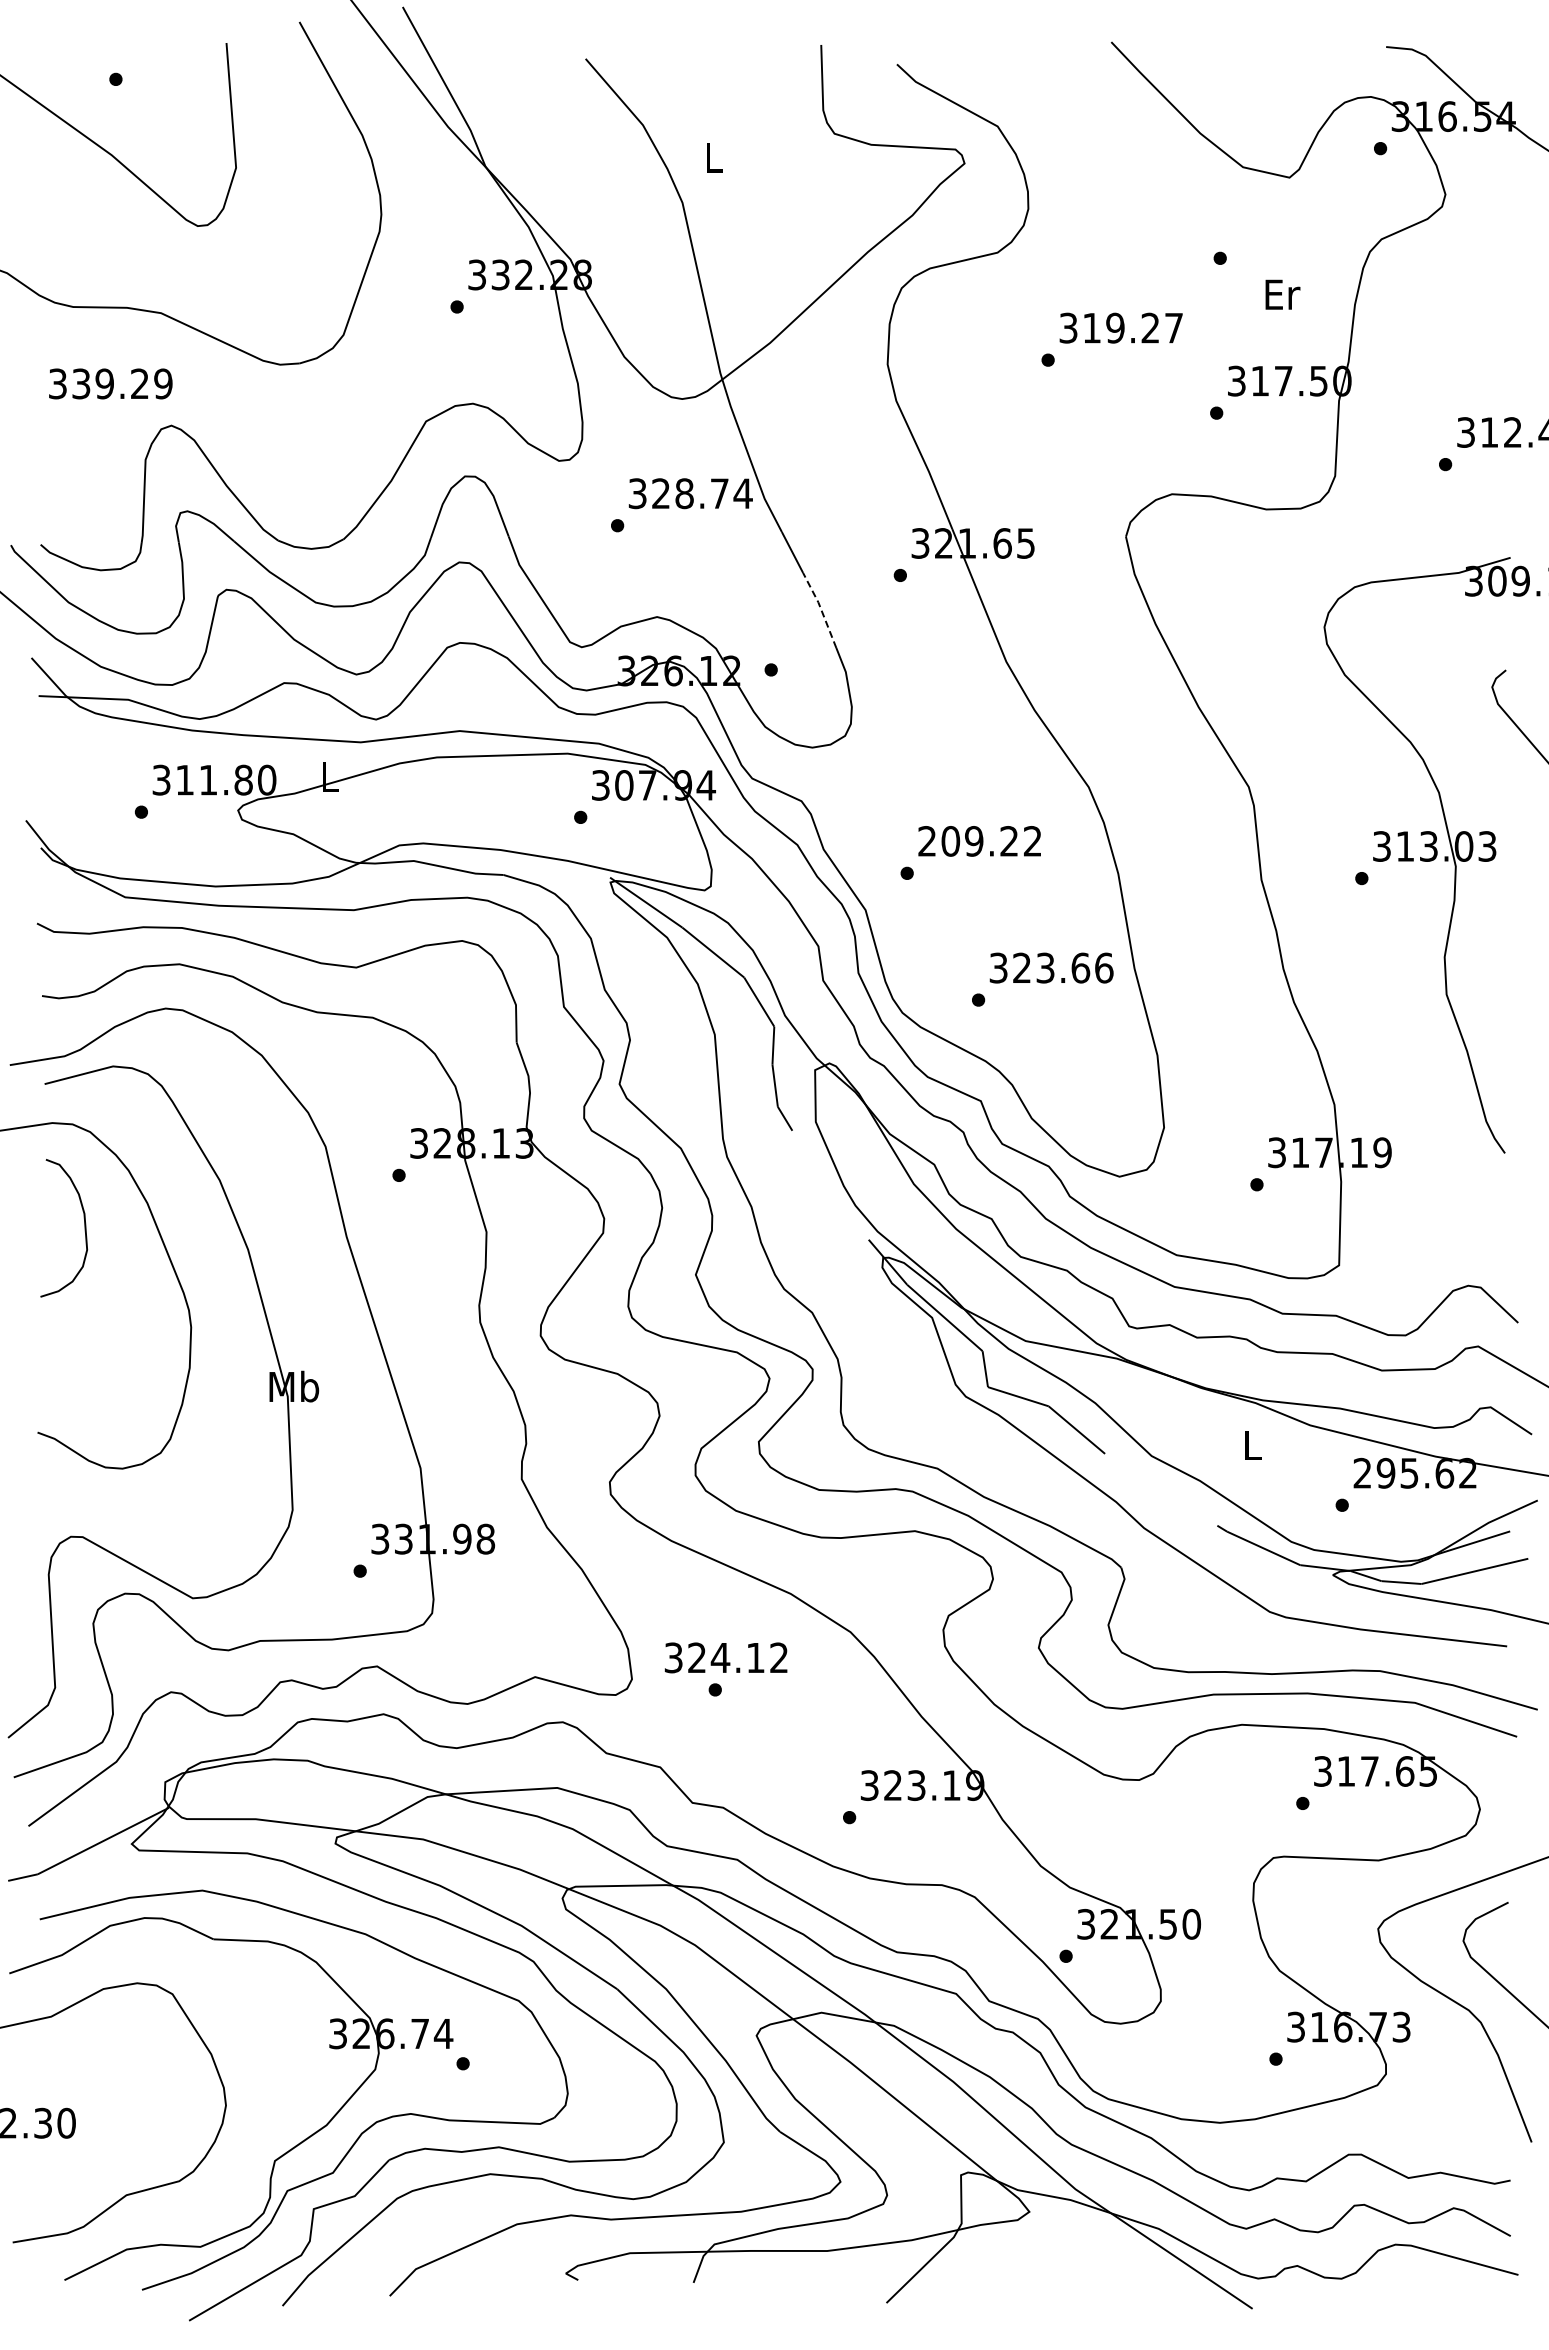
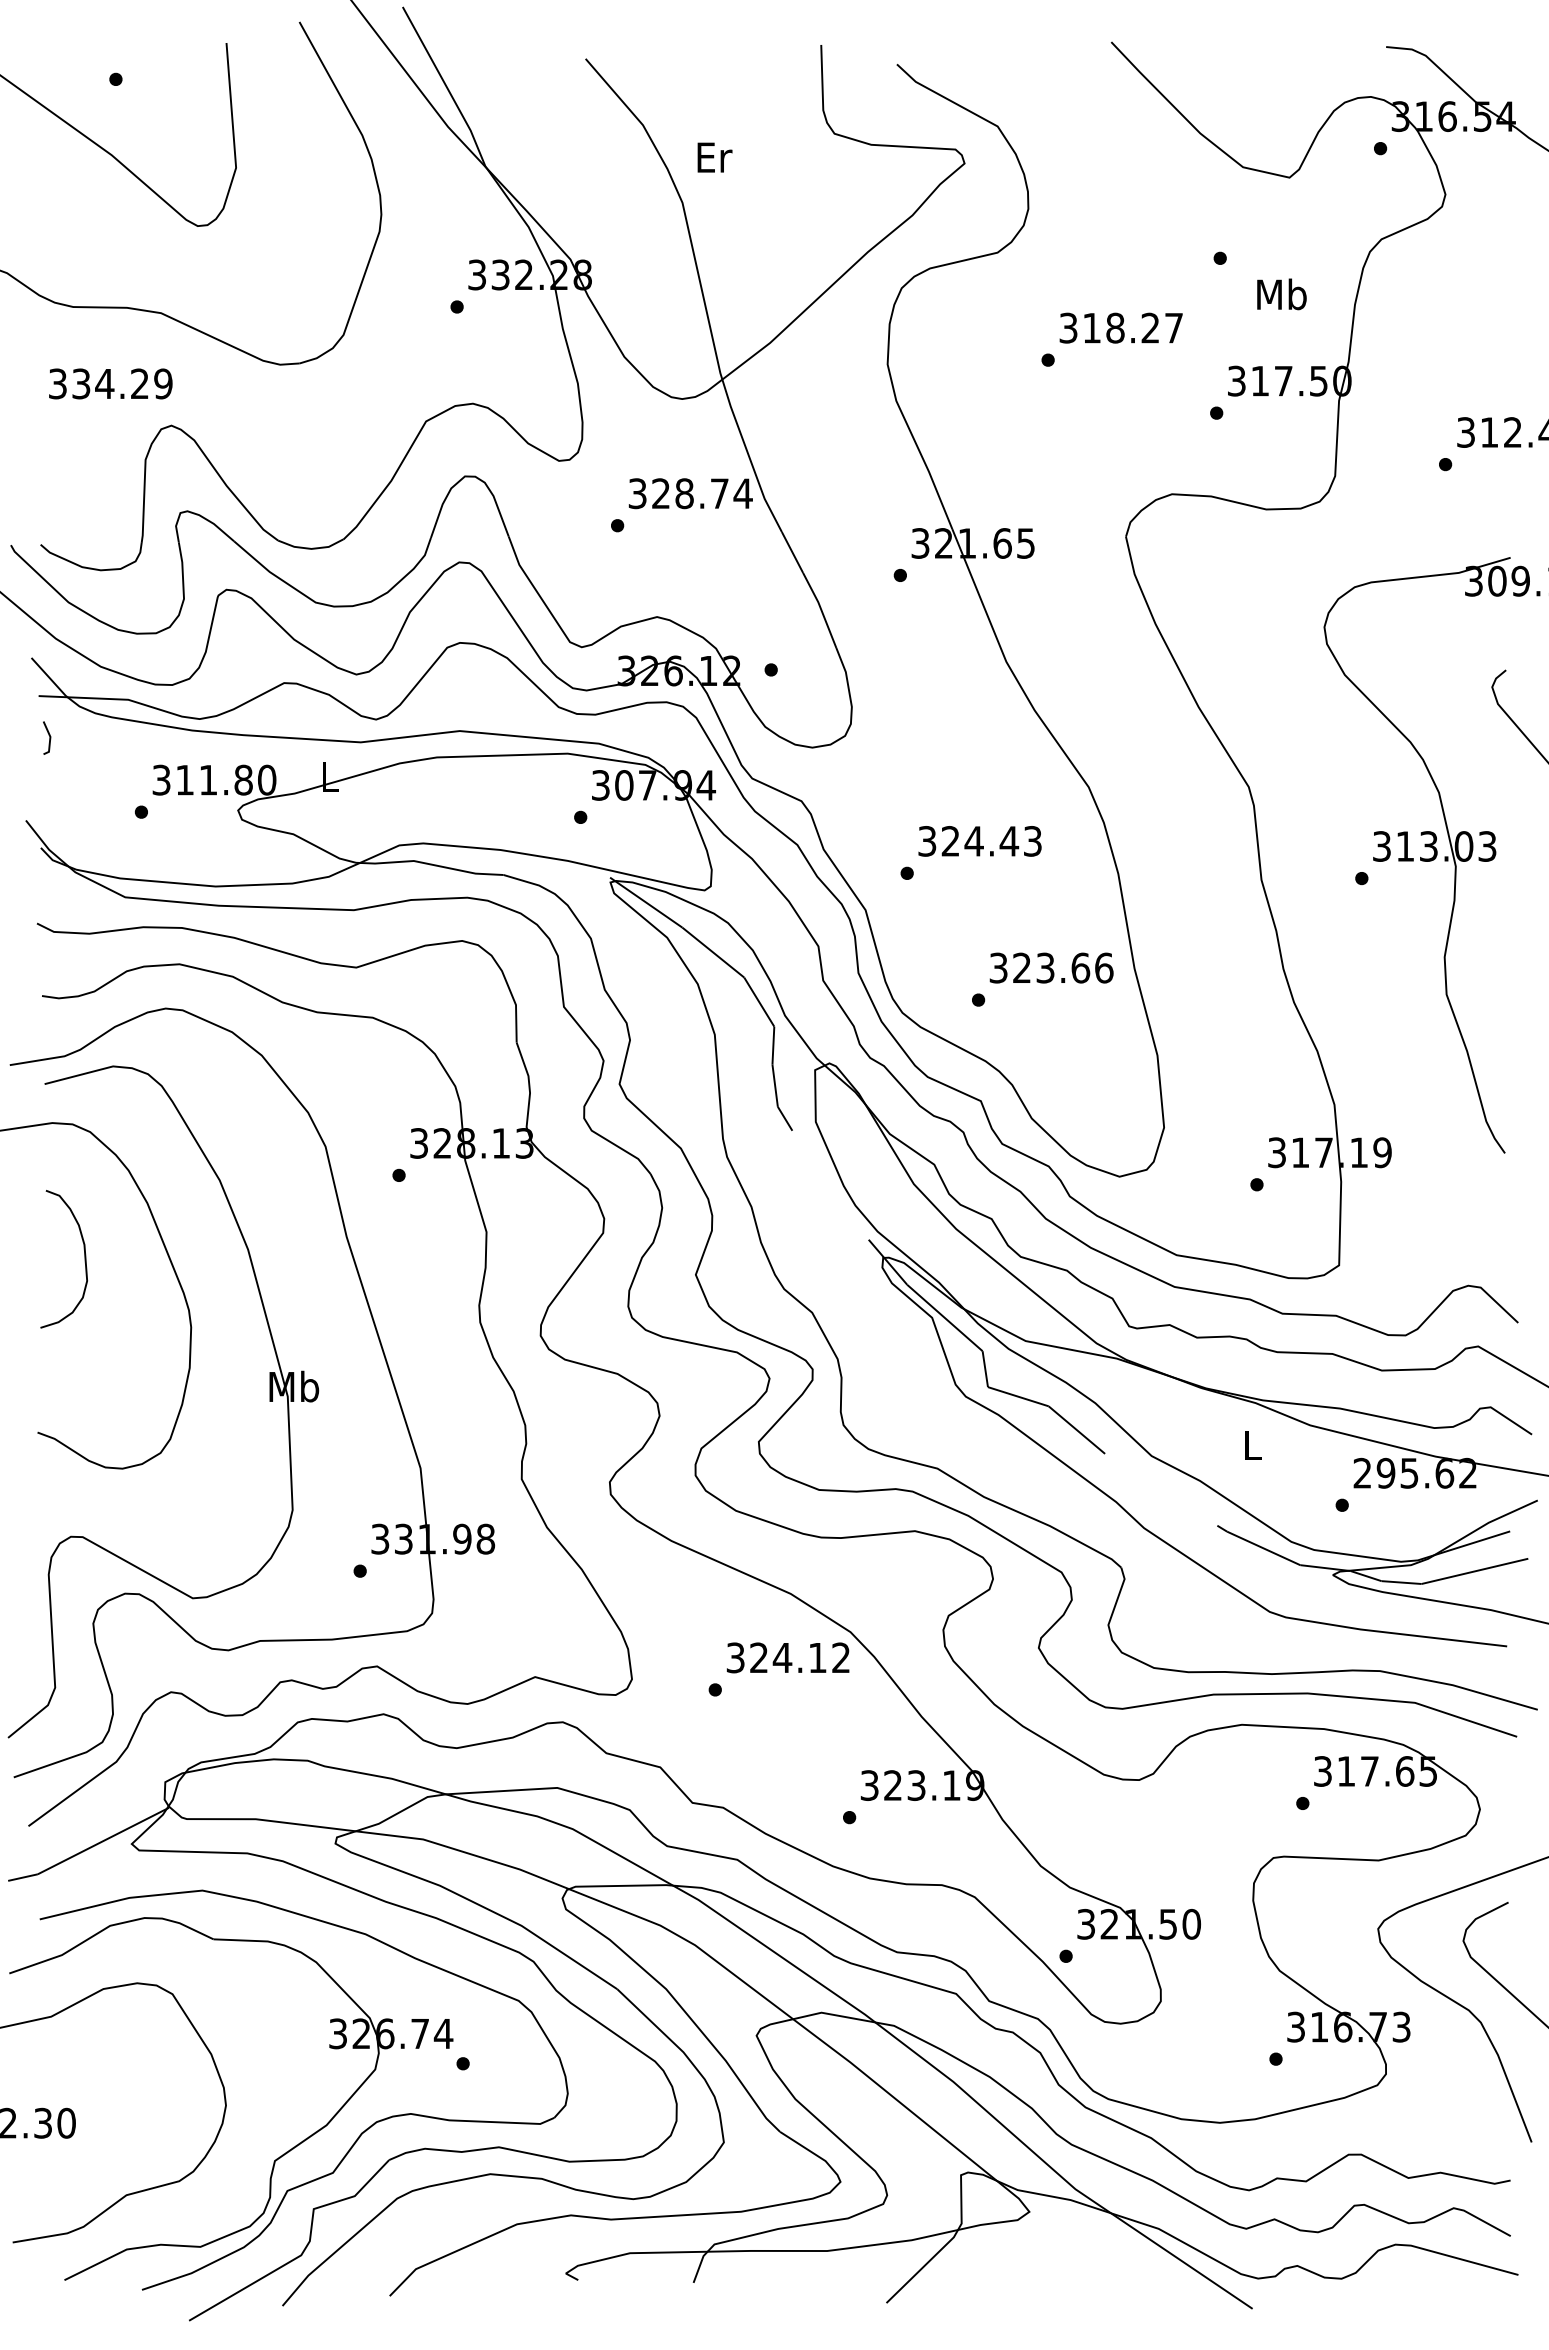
text at (714, 157): L -> Er
text at (1281, 294): Er -> Mb
text at (1115, 327): 319.27 -> 318.27
text at (104, 383): 339.29 -> 334.29
line at (820, 608): dashed -> solid
line at (49, 737): none -> present
text at (979, 841): 209.22 -> 324.43
curve at (84, 1228) position: (84, 1228) -> (84, 1259)
text at (725, 1657) position: (725, 1657) -> (787, 1657)
